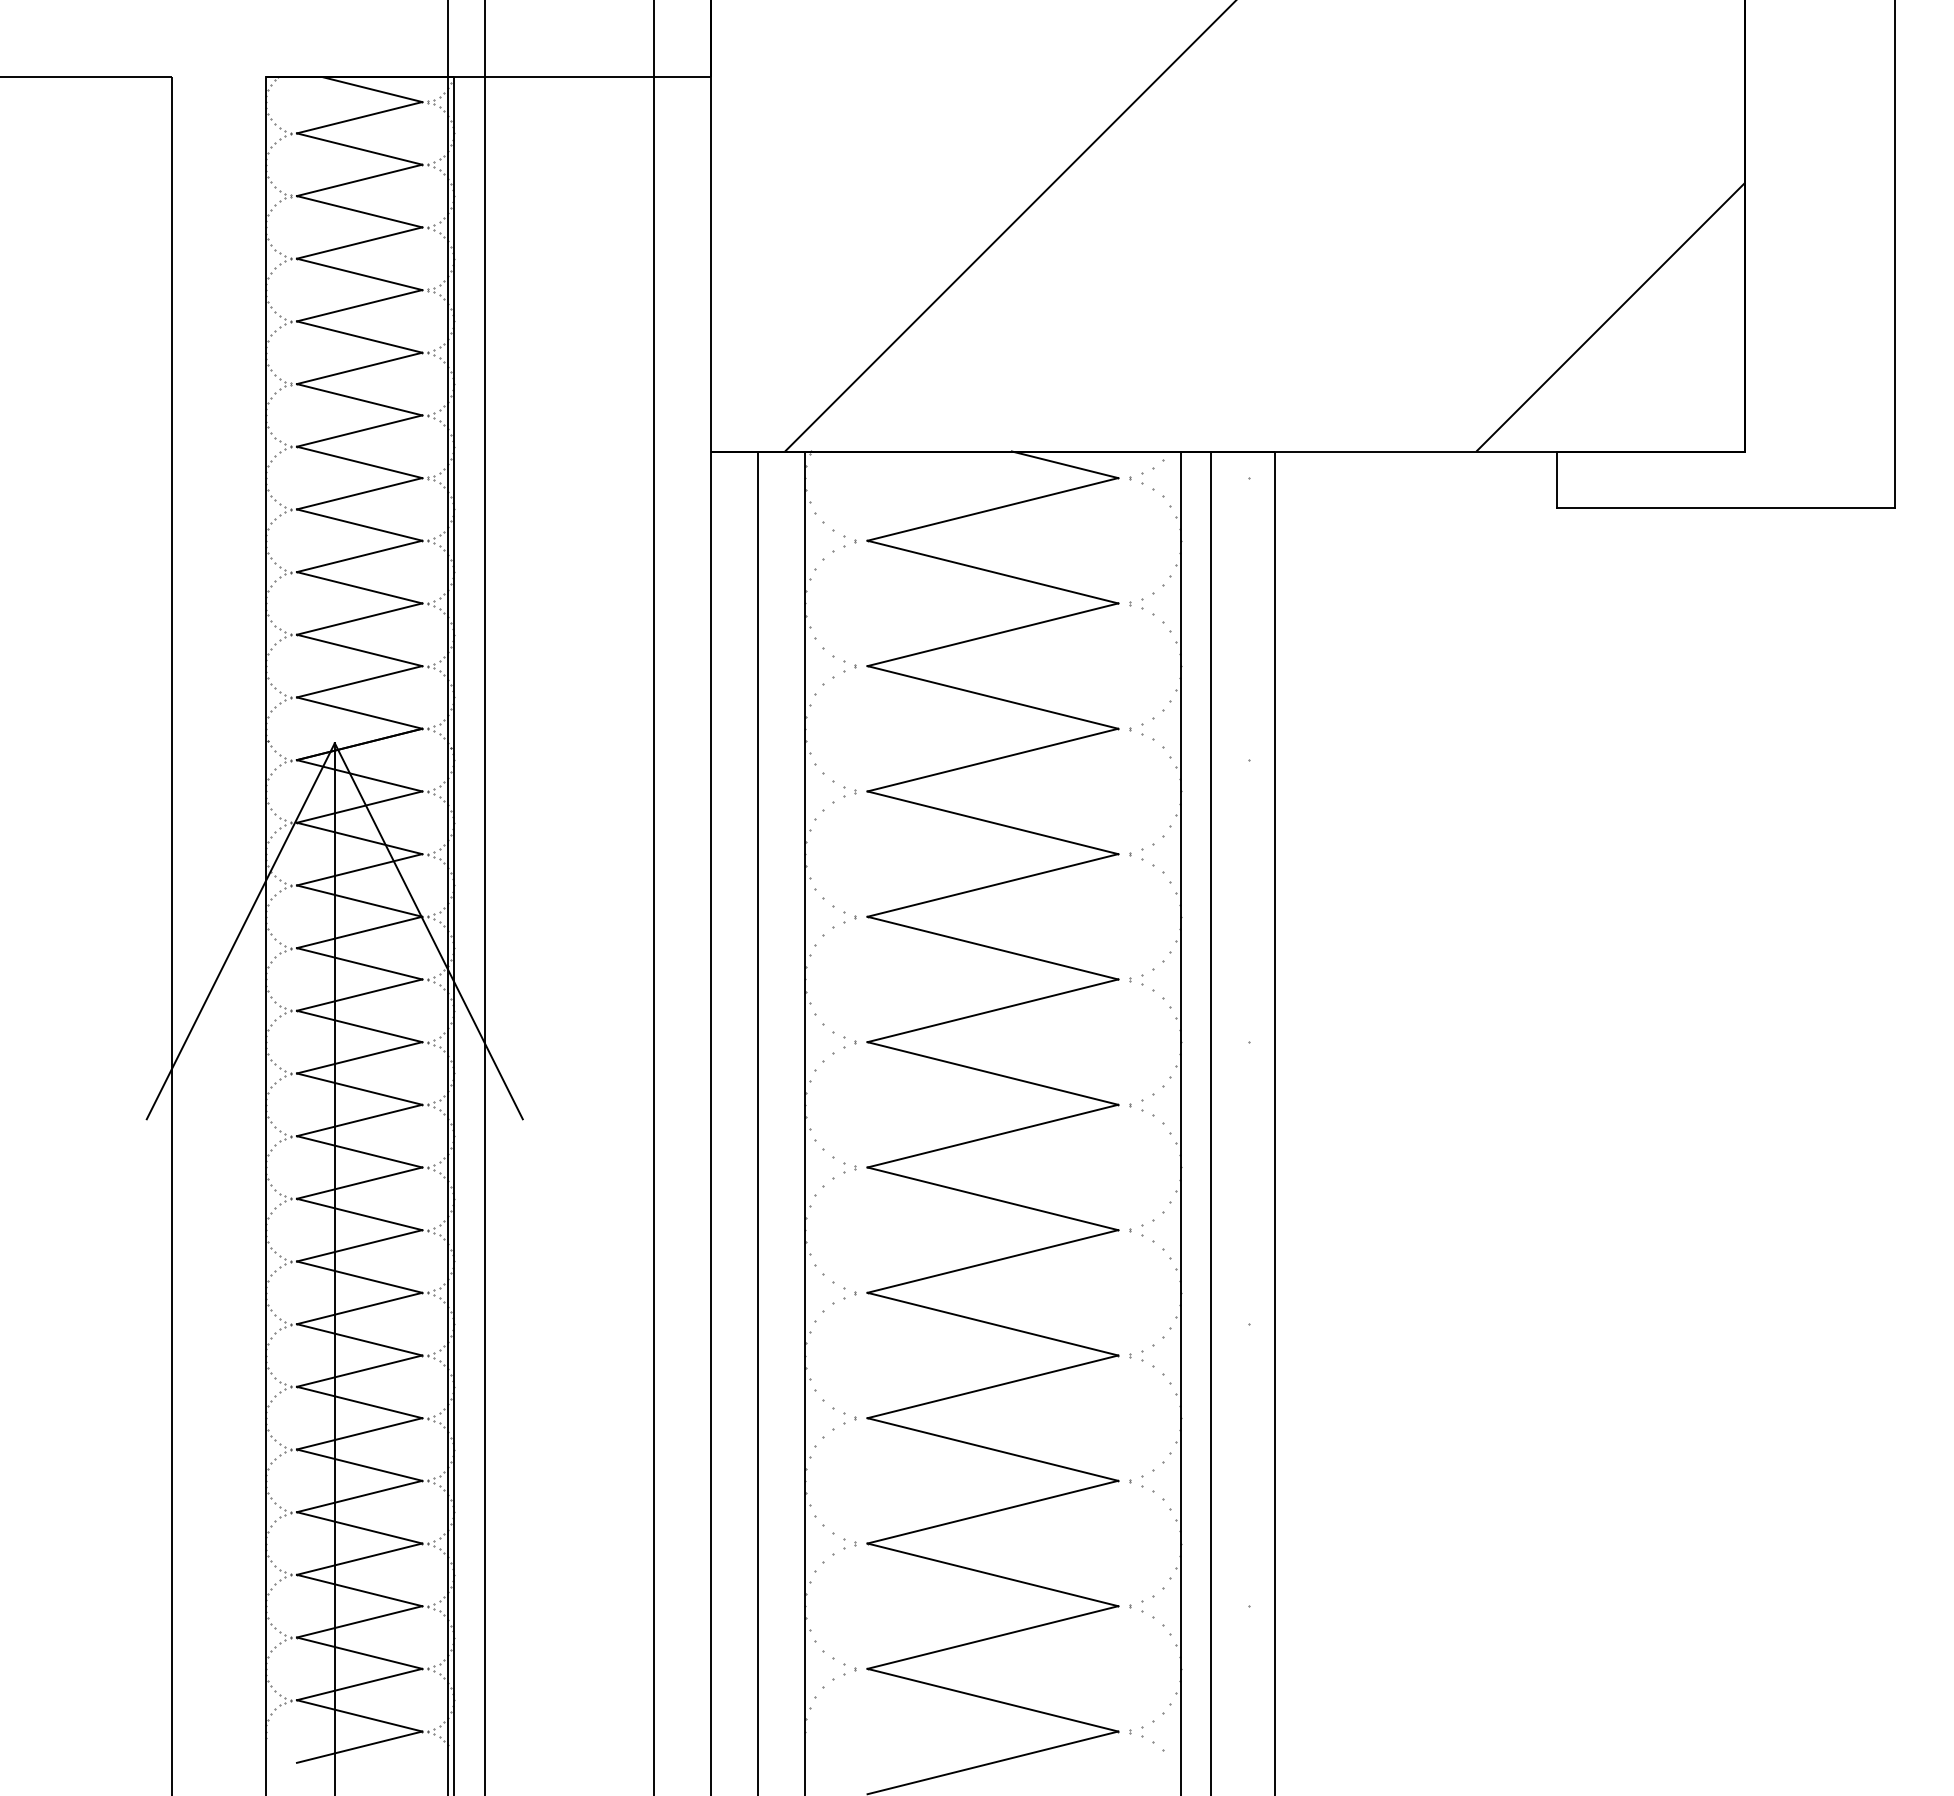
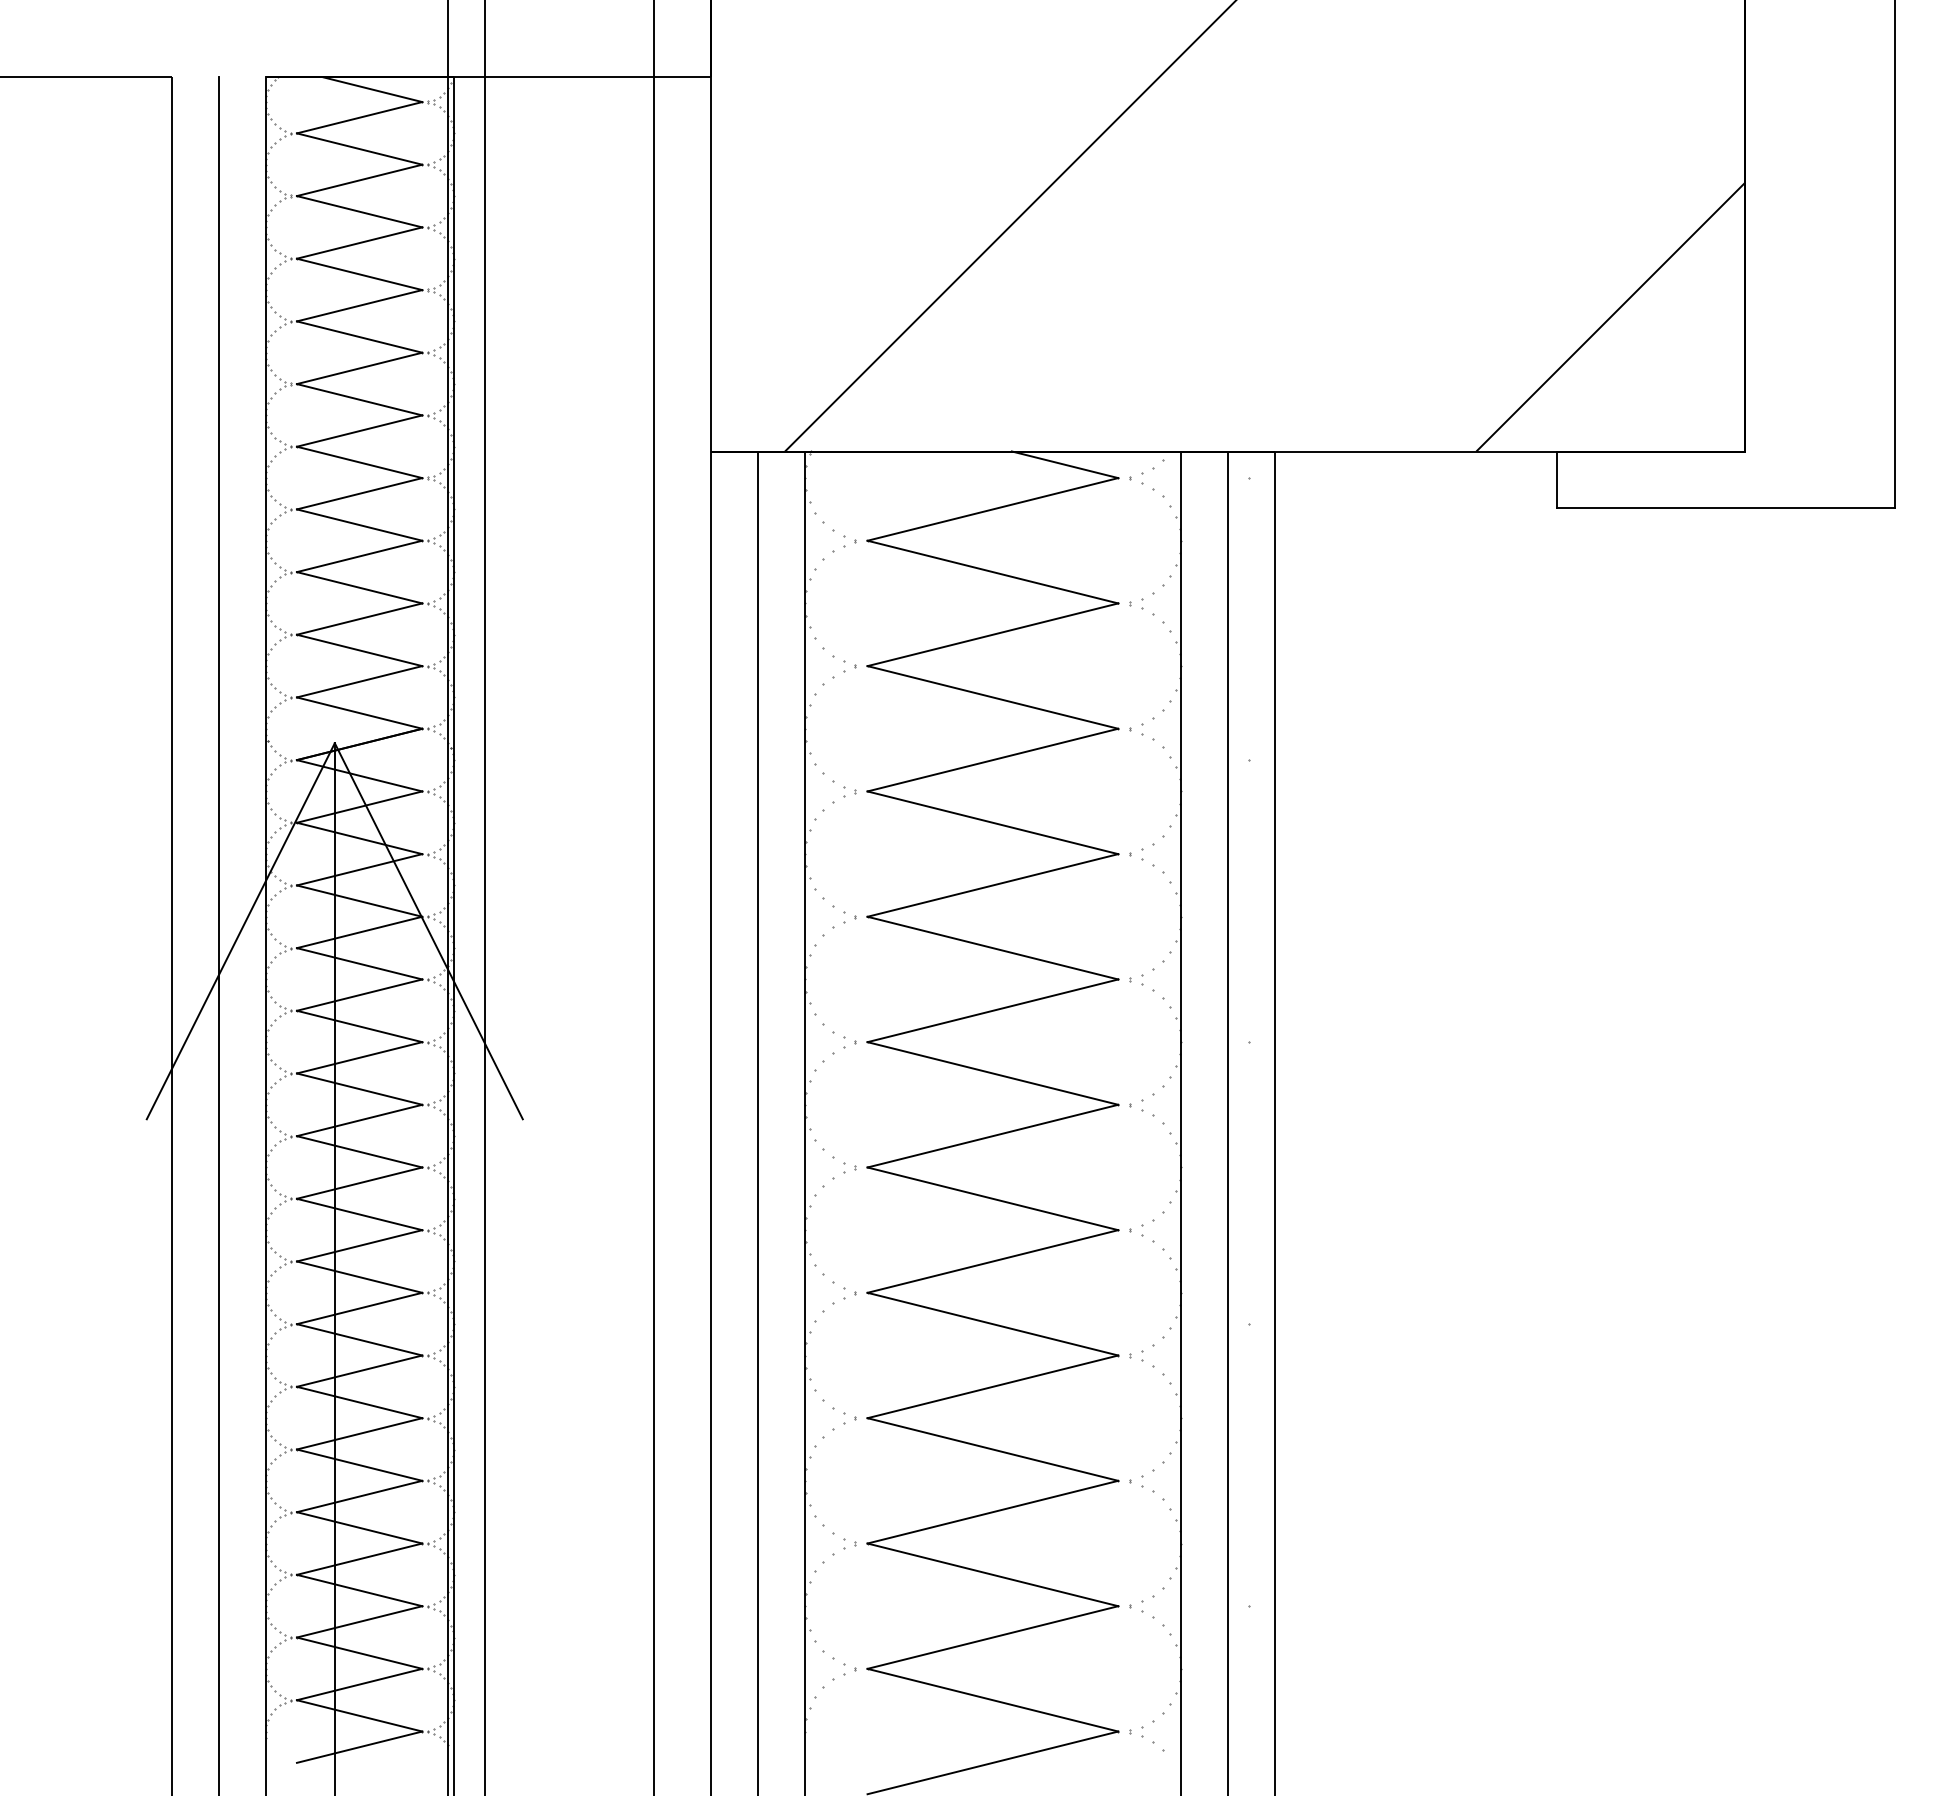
line at (218, 934): none -> present
line at (1210, 1121) position: (1210, 1121) -> (1227, 1121)
